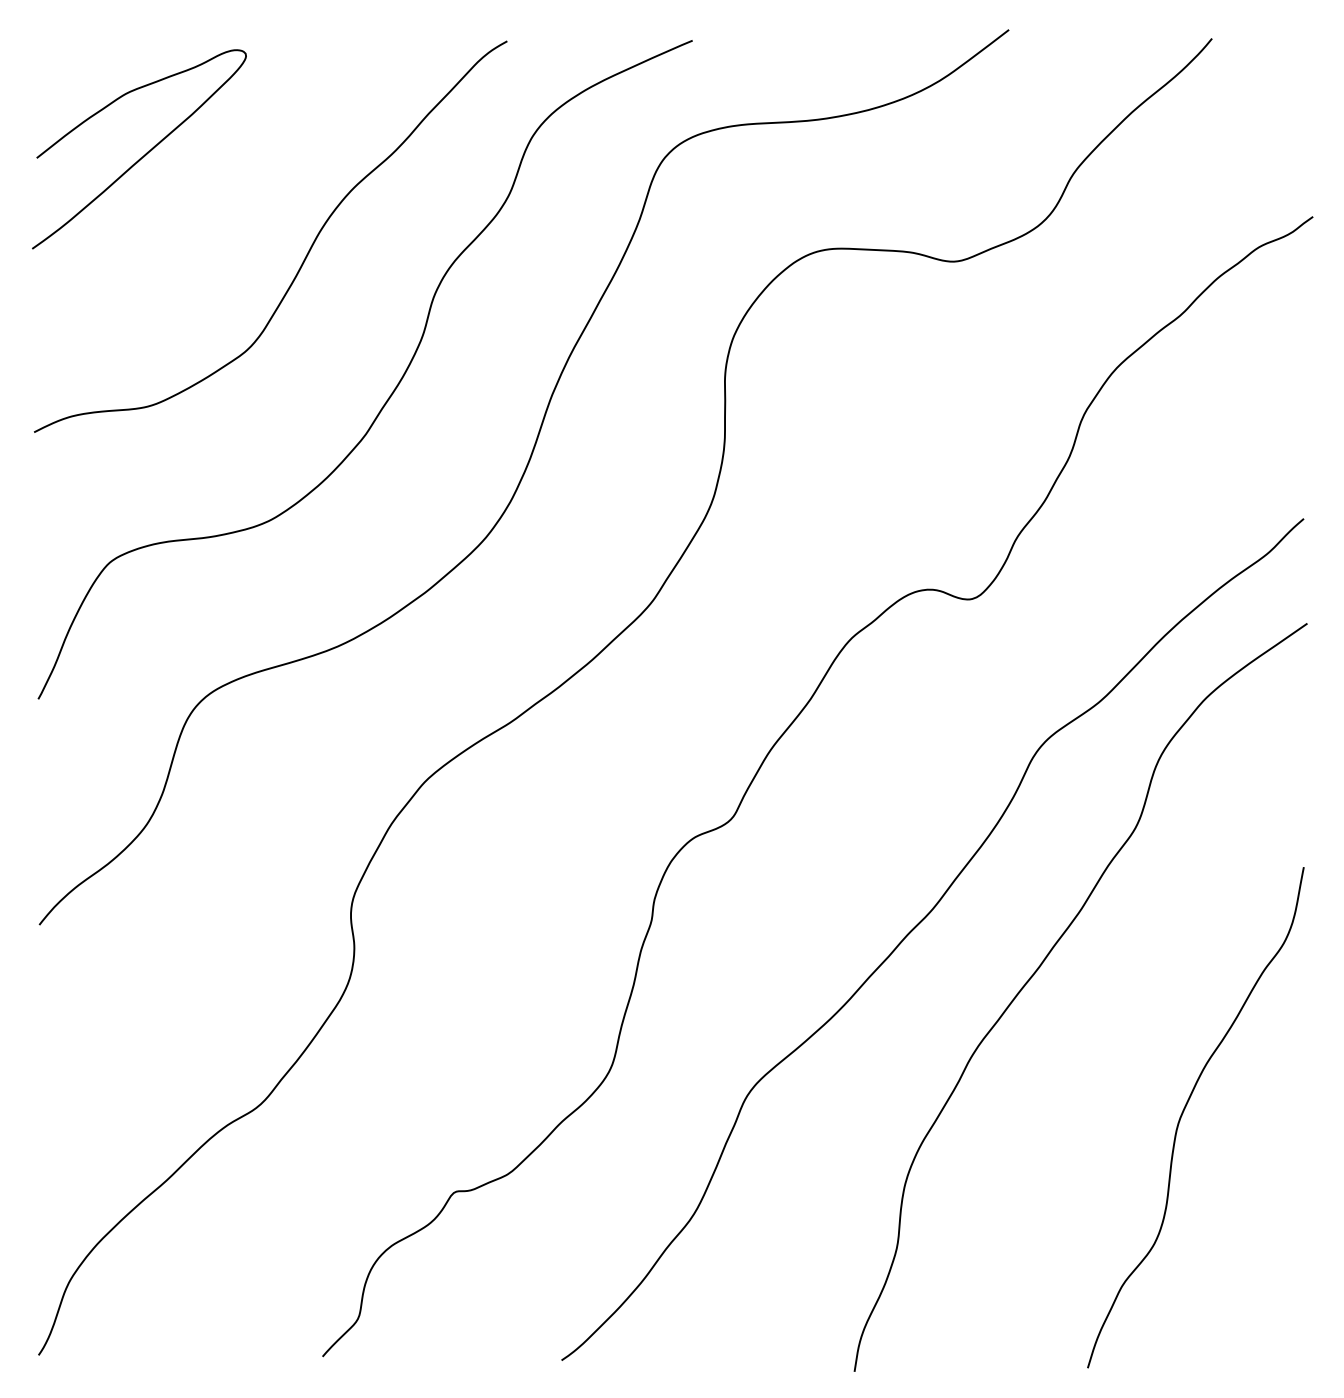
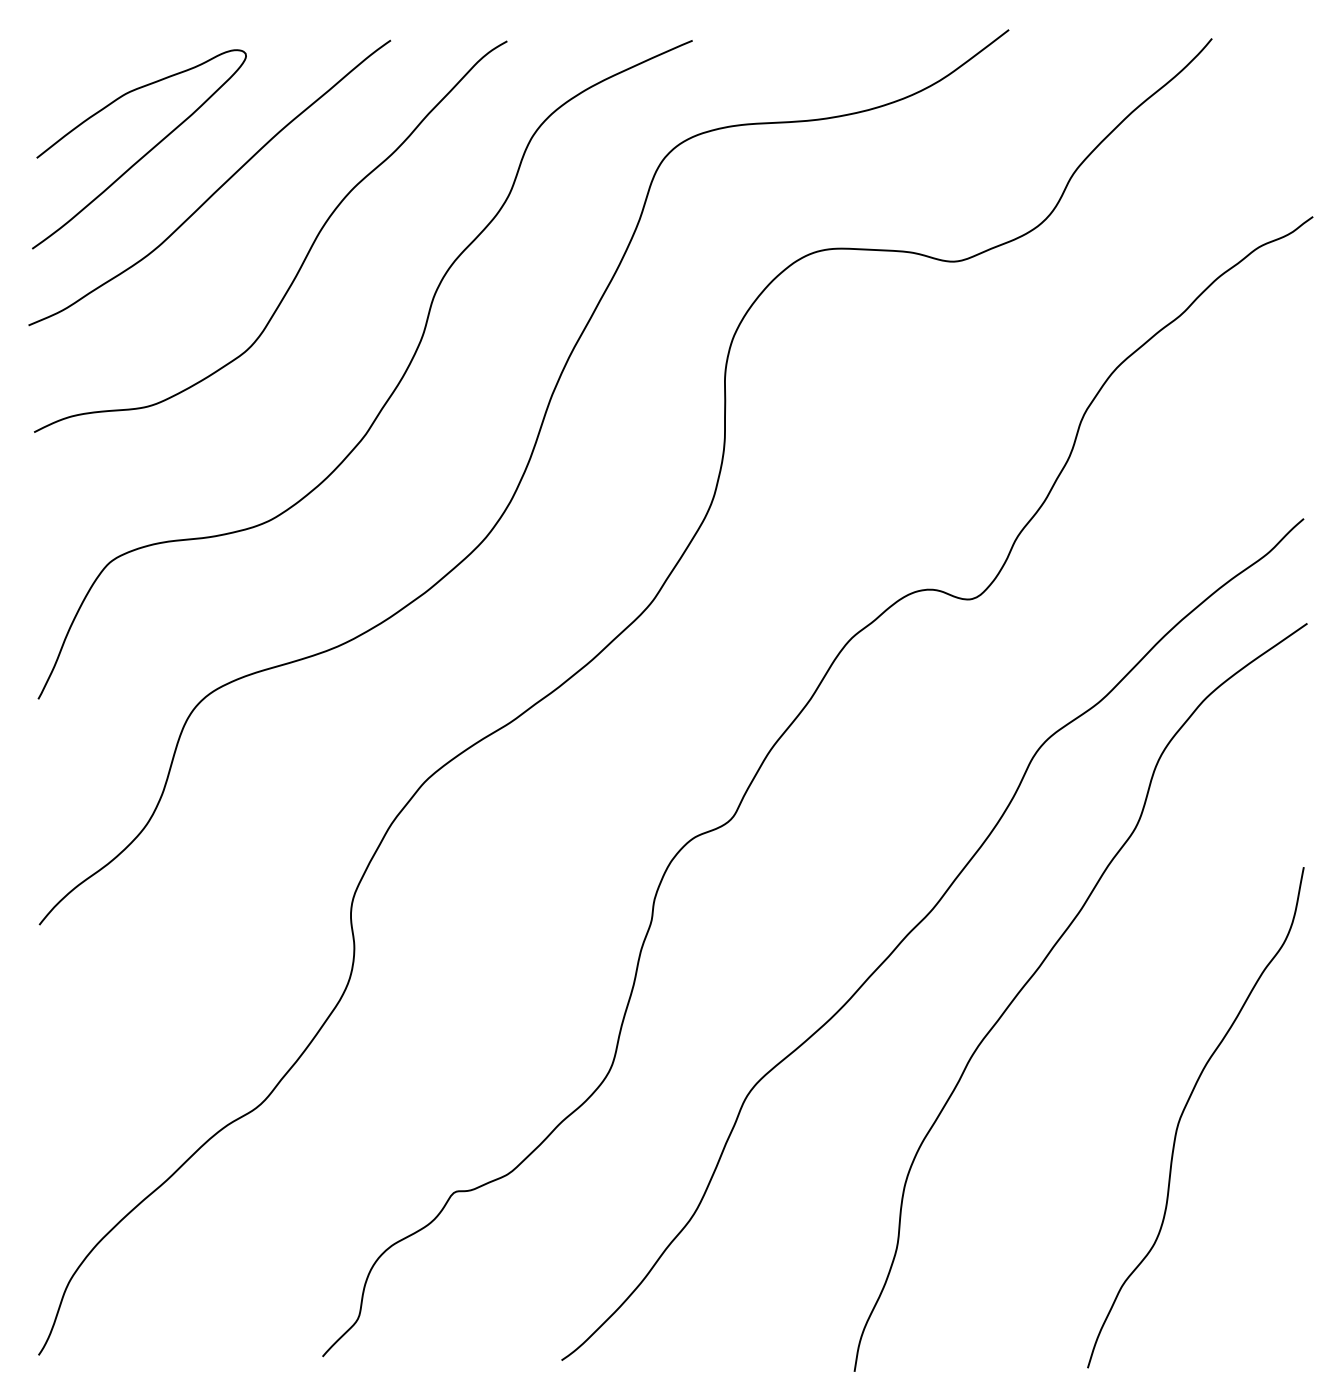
curve at (216, 189): none -> present
